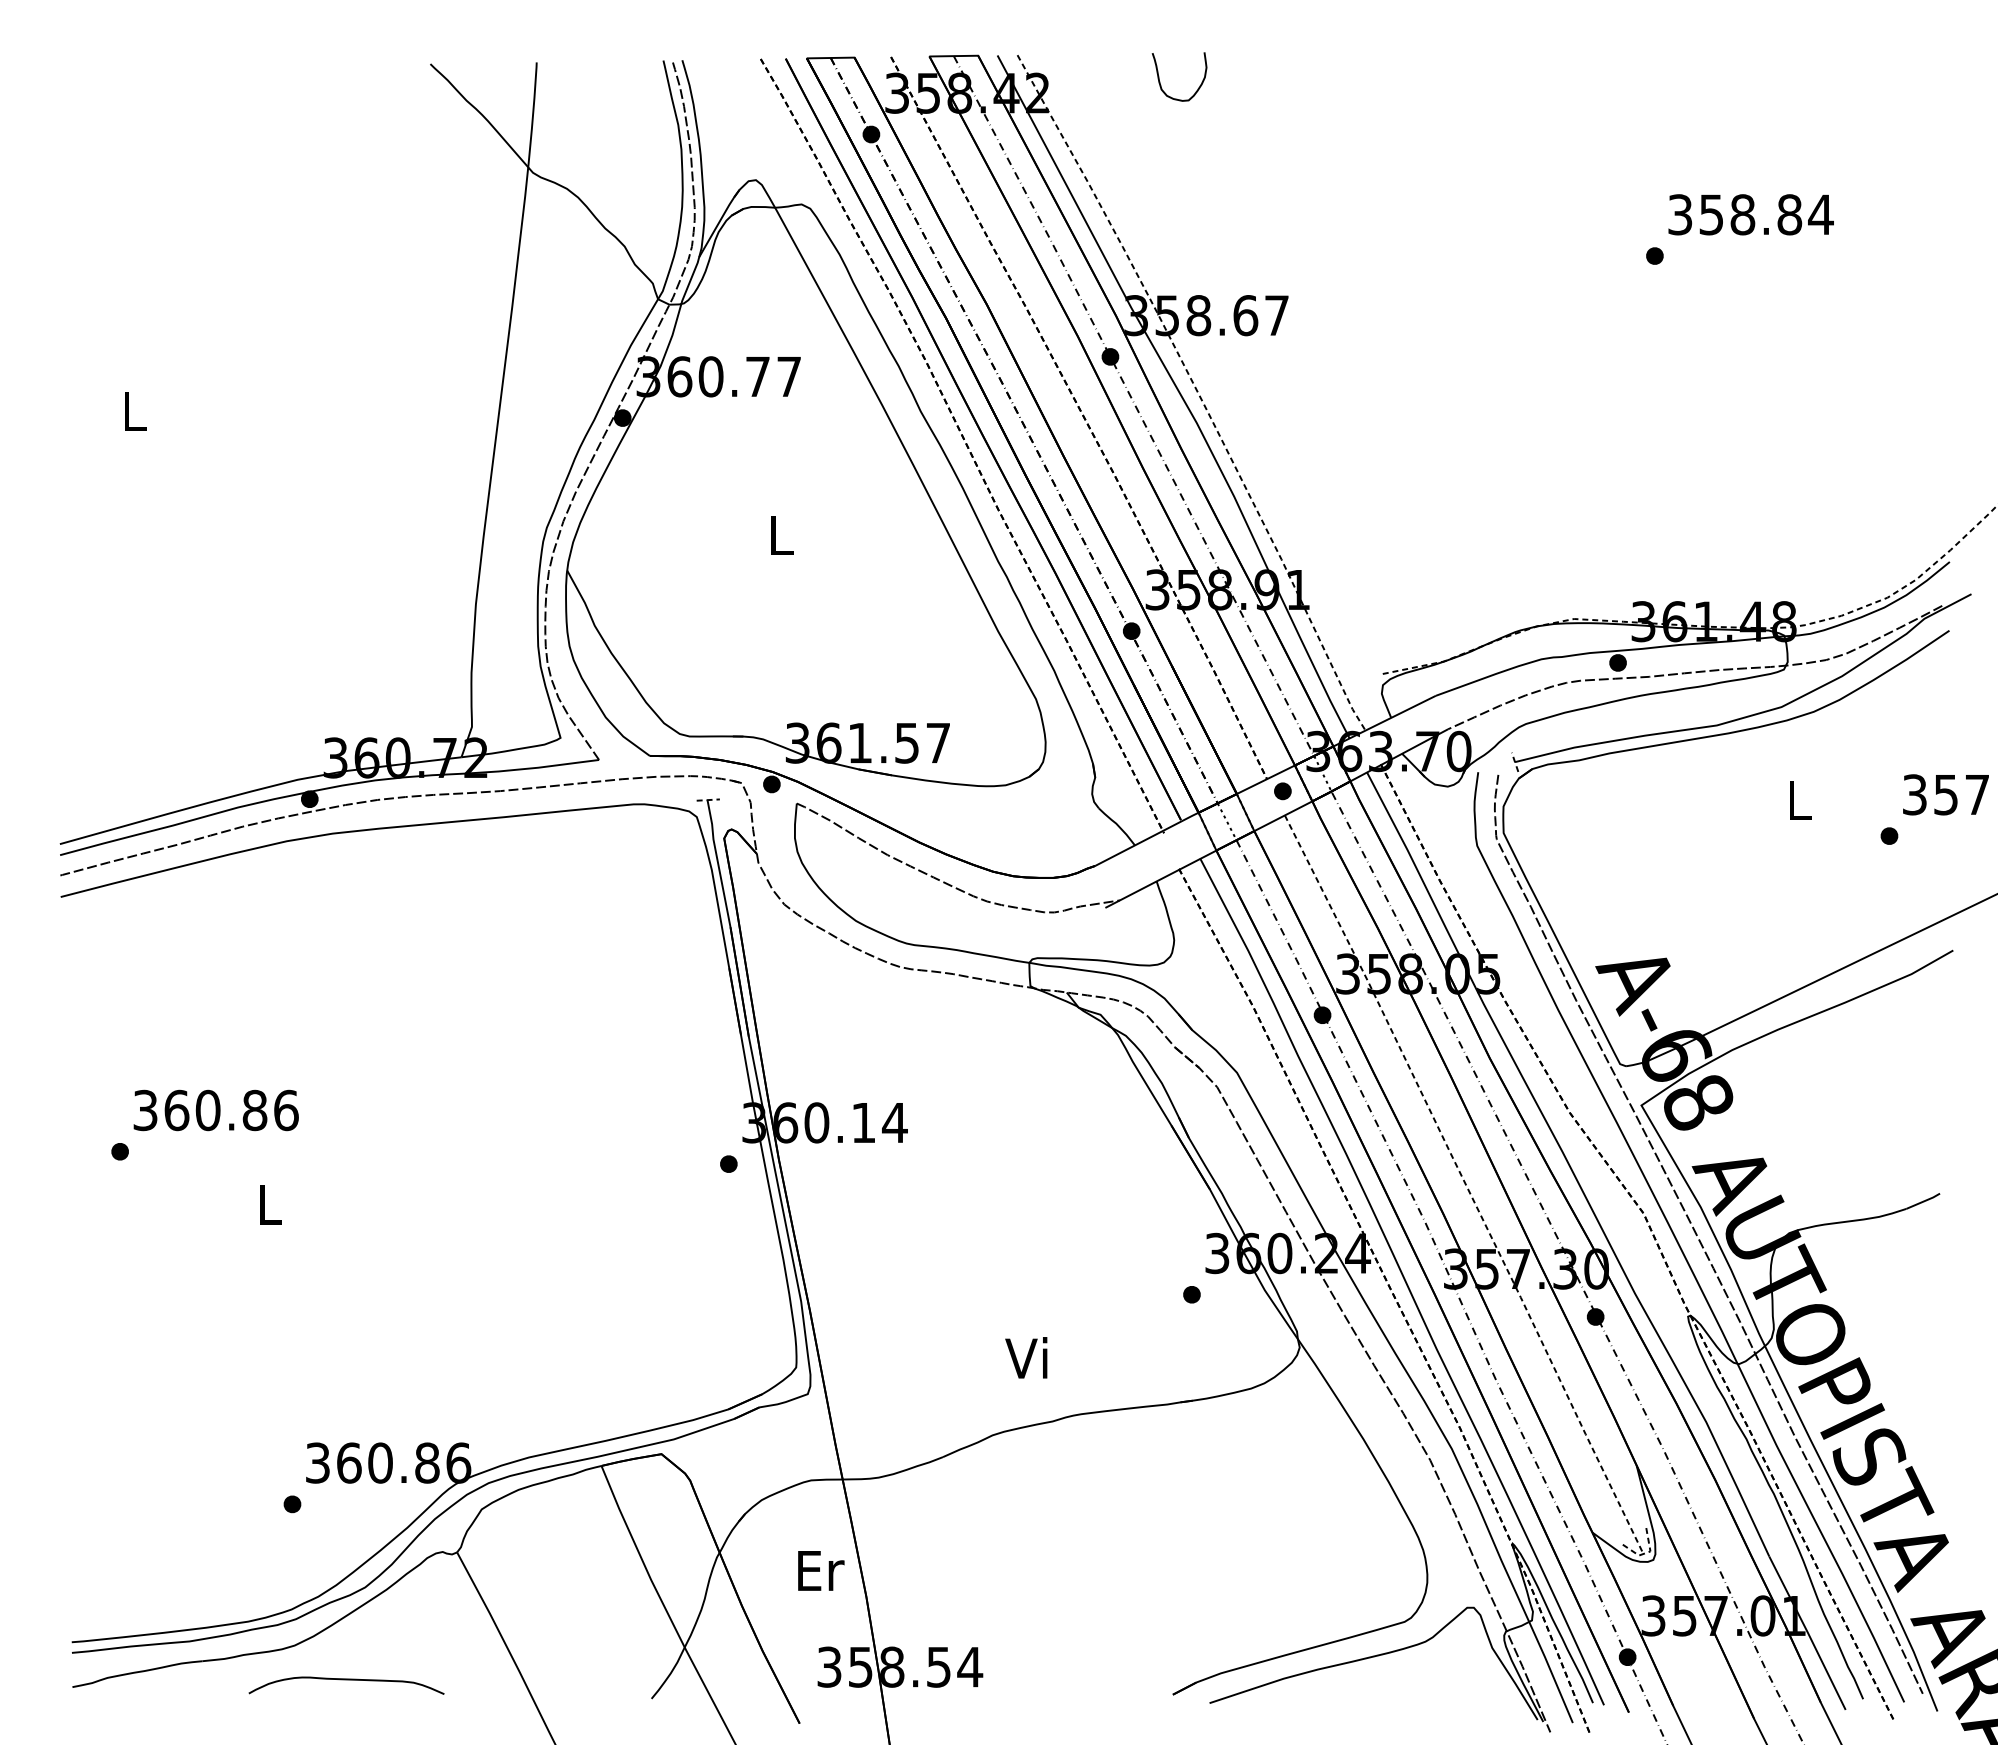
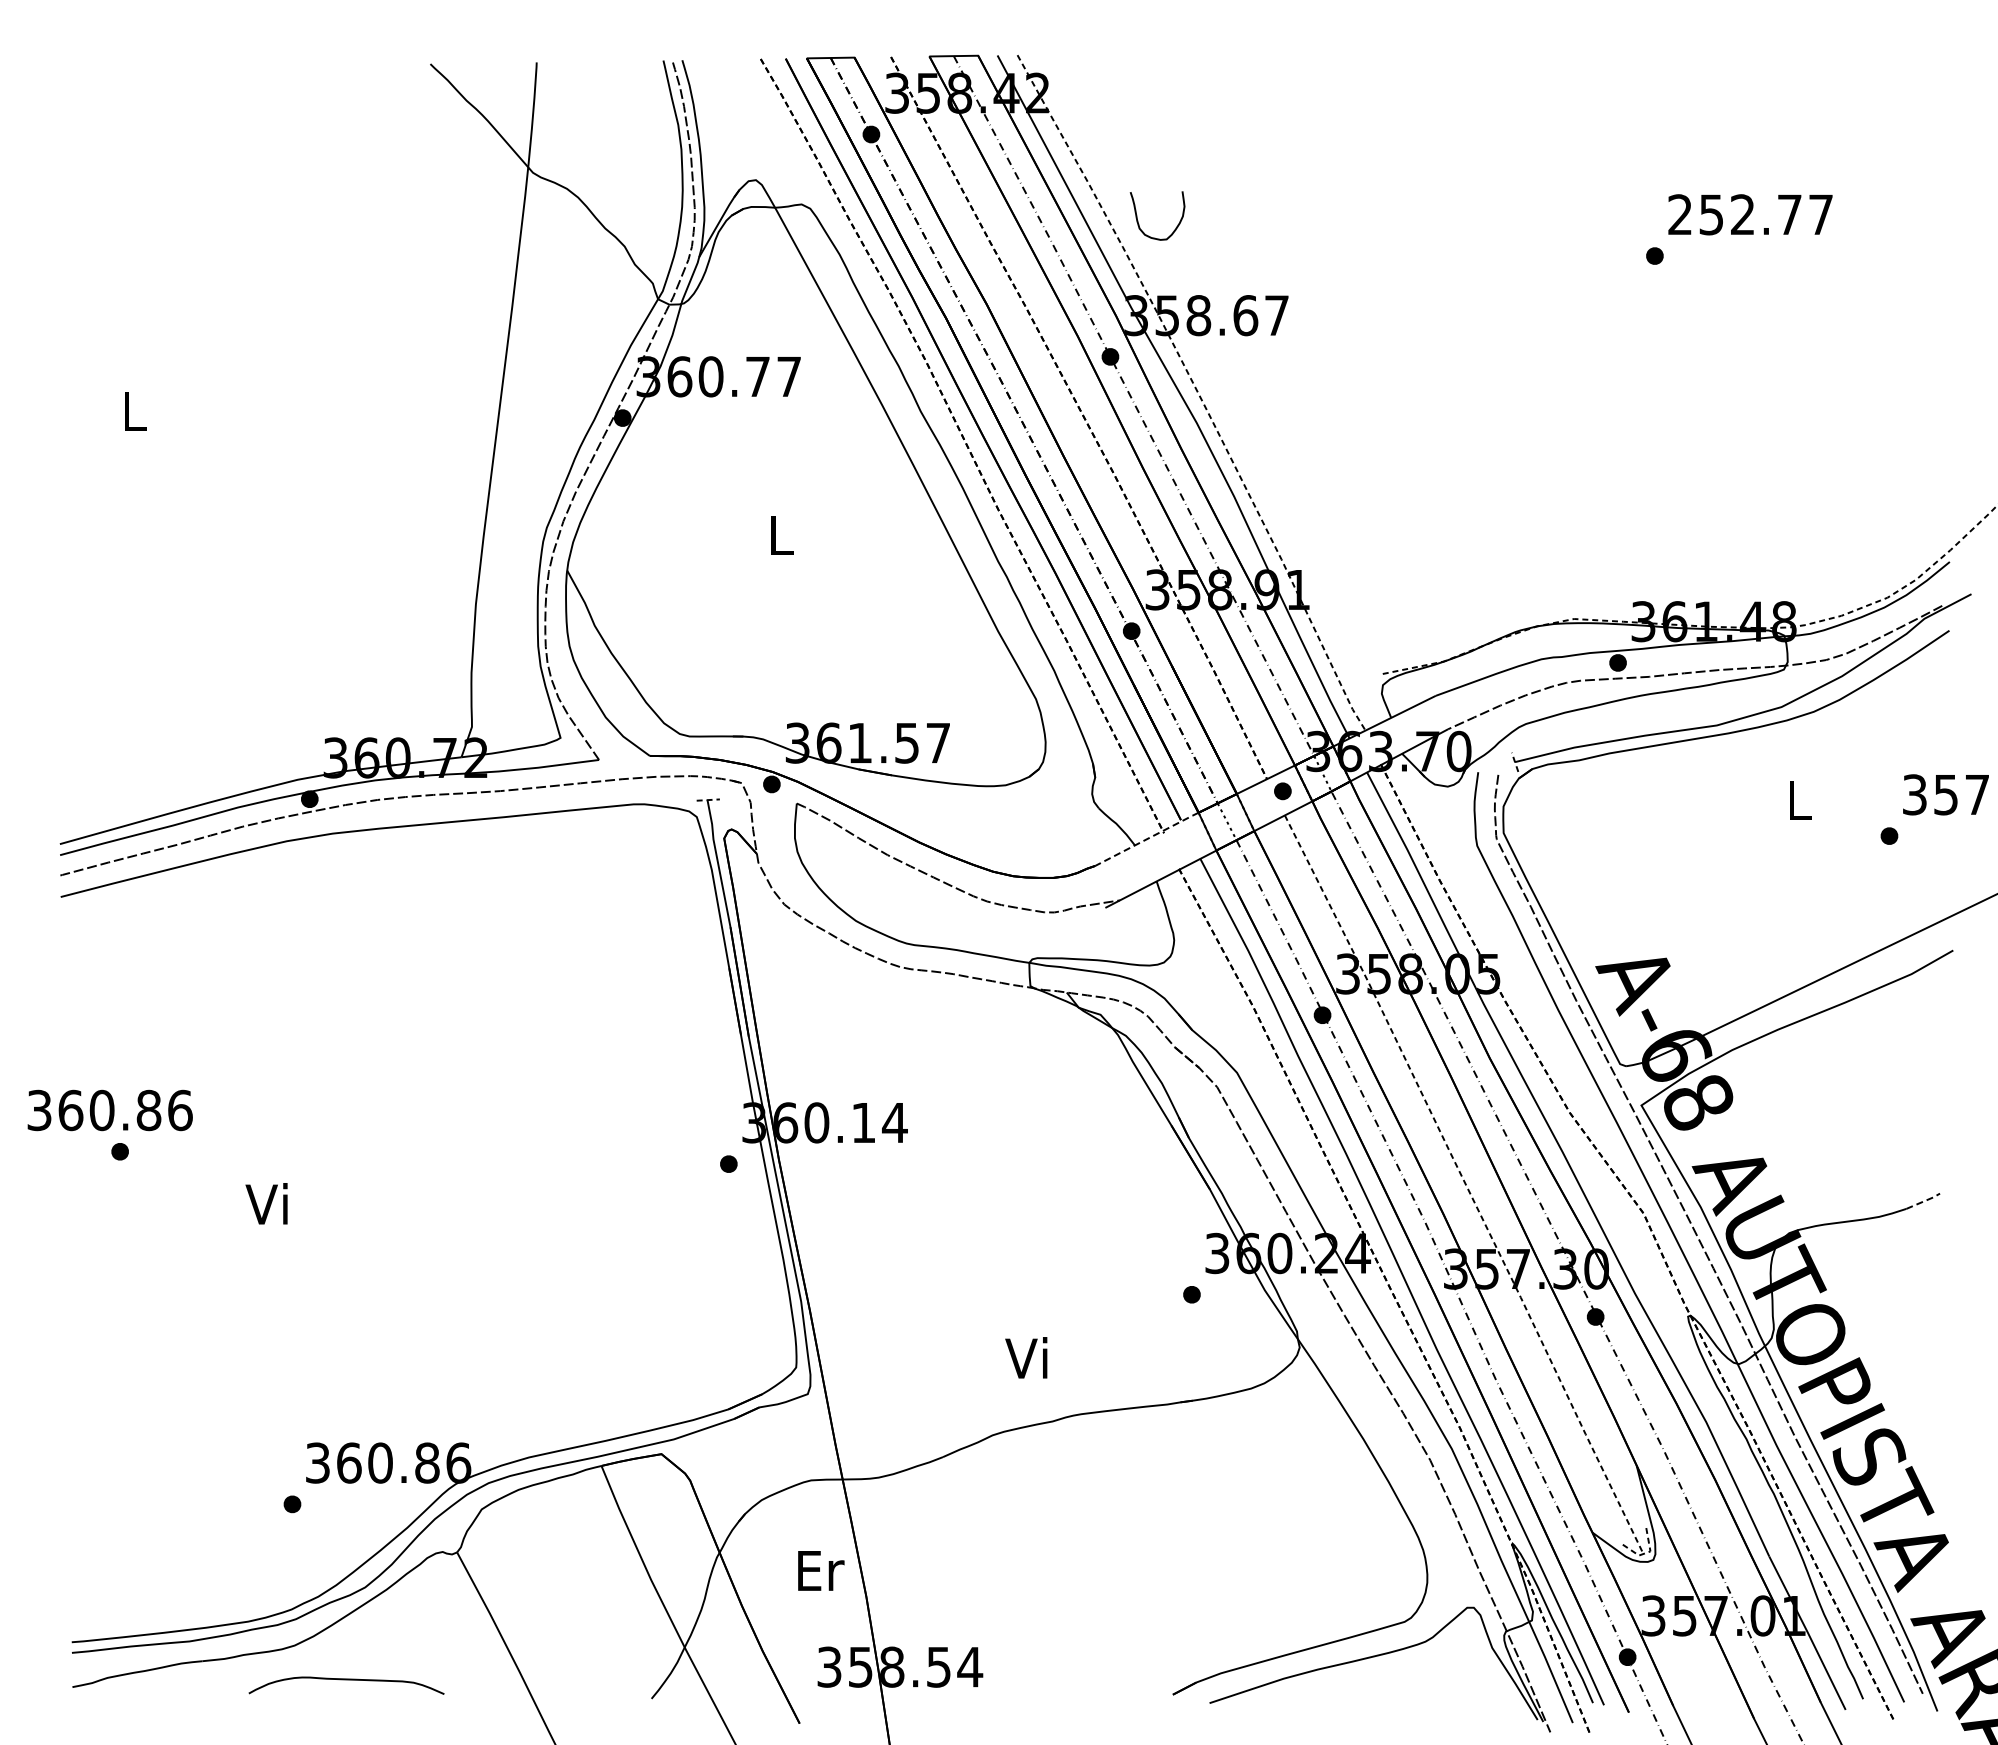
curve at (1160, 81) position: (1160, 81) -> (1138, 220)
text at (1750, 214): 358.84 -> 252.77
line at (1147, 838): solid -> dashed
text at (215, 1110) position: (215, 1110) -> (109, 1110)
line at (1924, 1201): solid -> dashed
text at (266, 1203): L -> Vi
